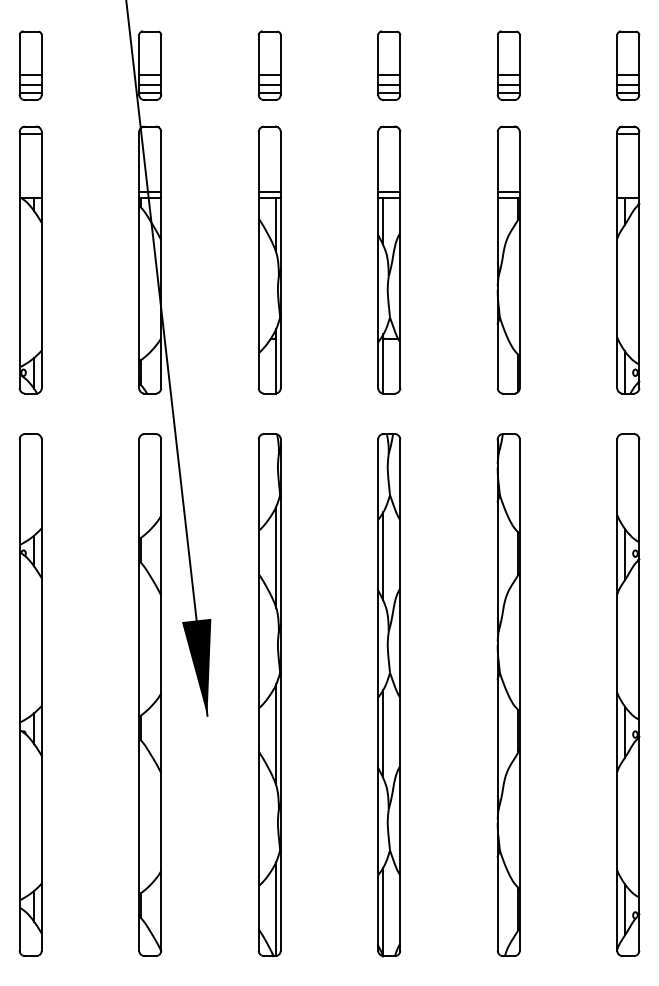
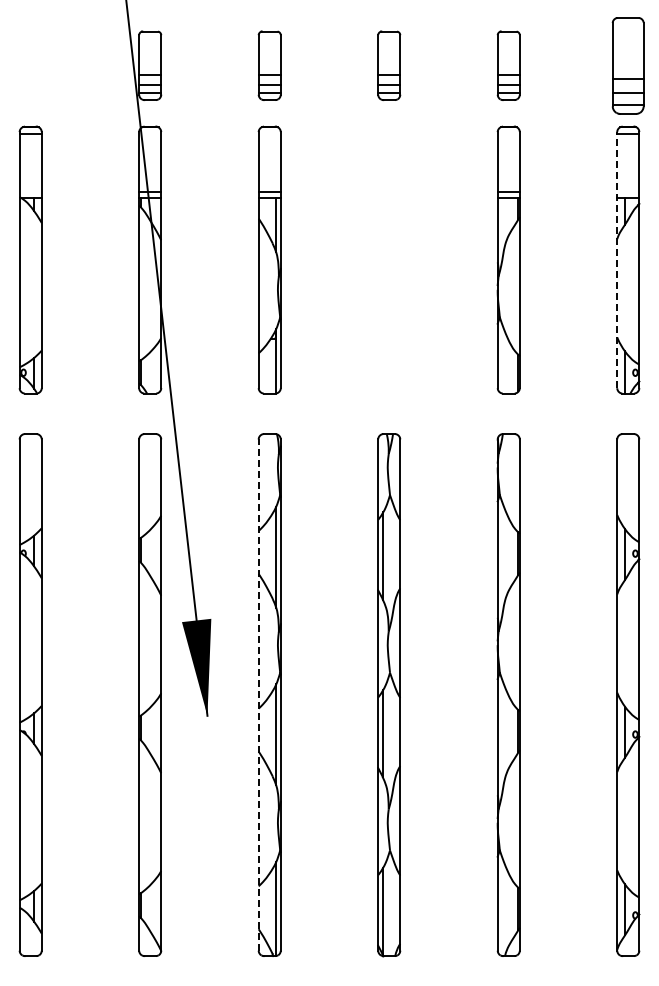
part at (30, 65): present -> none
part at (628, 65) size: 25x71 px -> 34x98 px
part at (389, 259): present -> none
line at (617, 259): solid -> dashed
line at (258, 695): solid -> dashed
